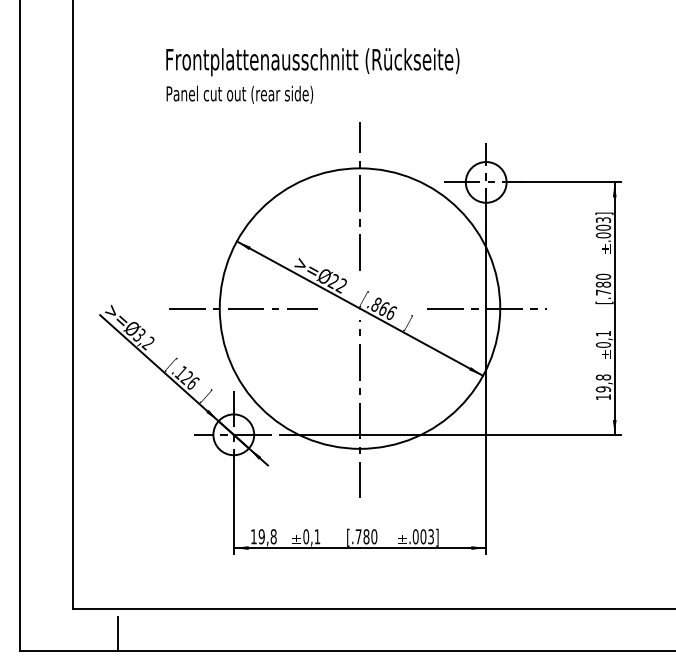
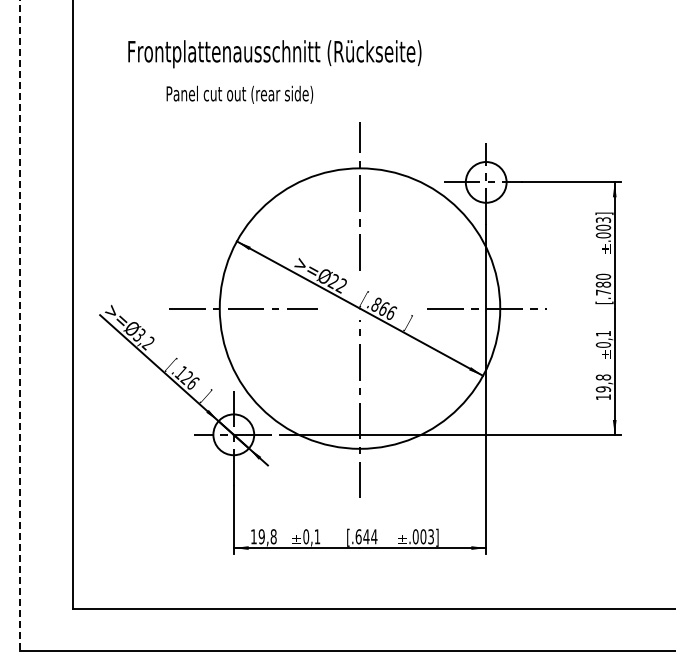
text at (312, 62) position: (312, 62) -> (274, 54)
line at (20, 326): solid -> dashed
text at (366, 536): [.780 -> [.644
line at (118, 634): present -> none
